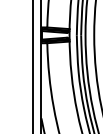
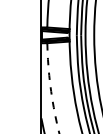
line at (33, 66): present -> none
arc at (50, 89): solid -> dashed
